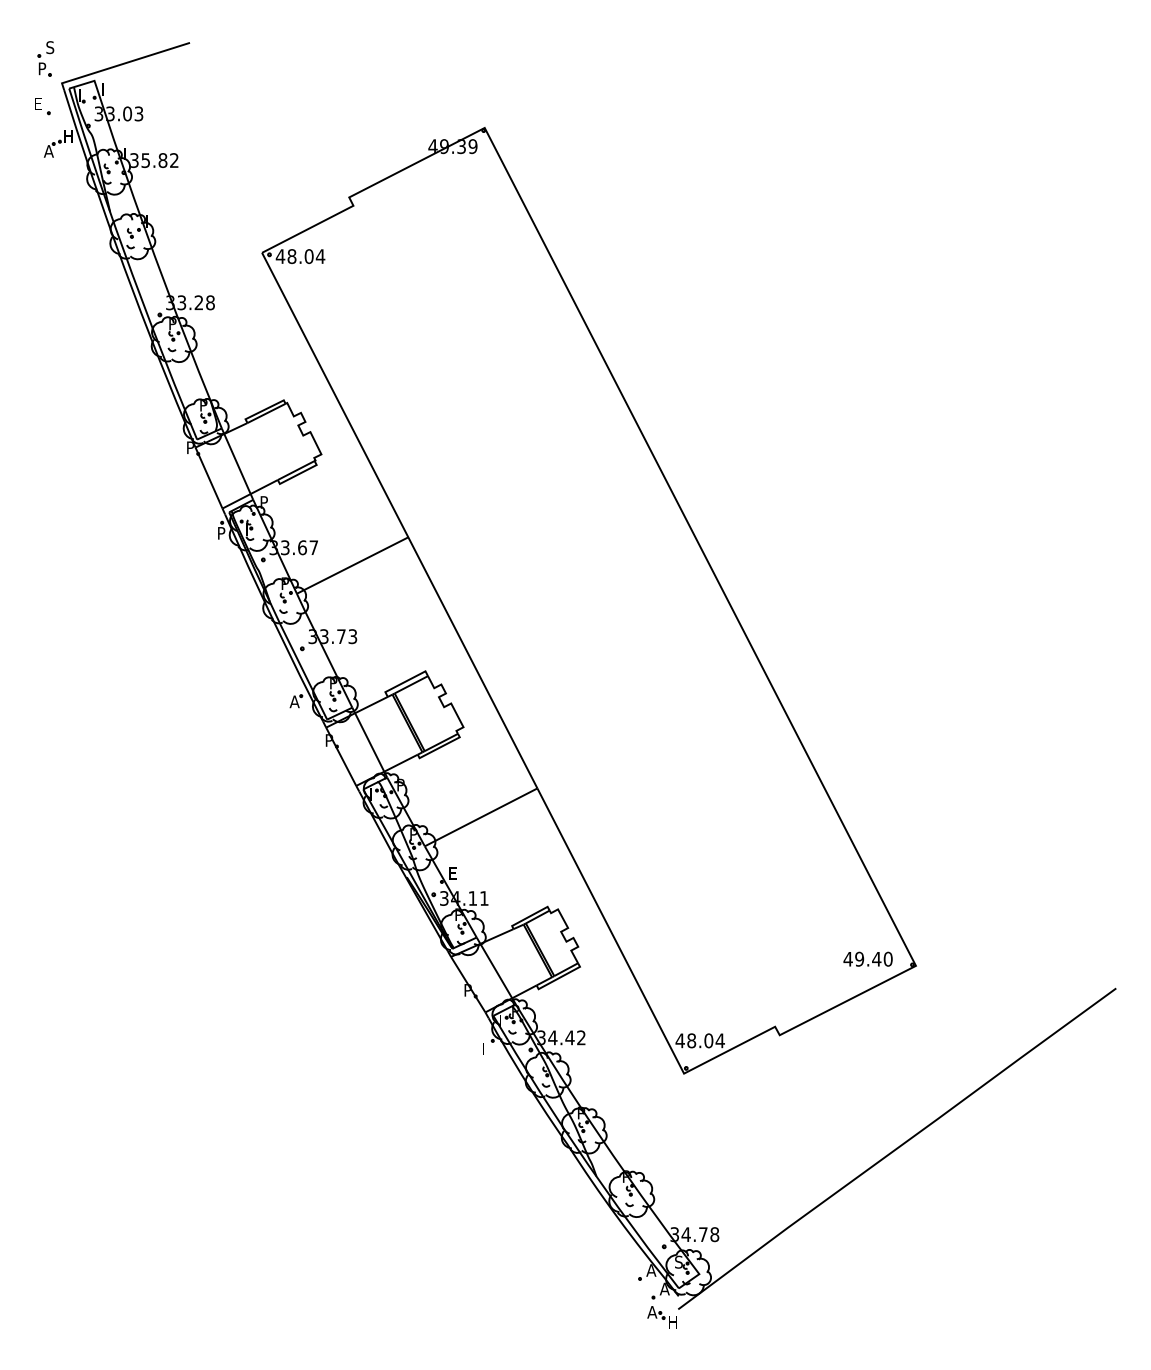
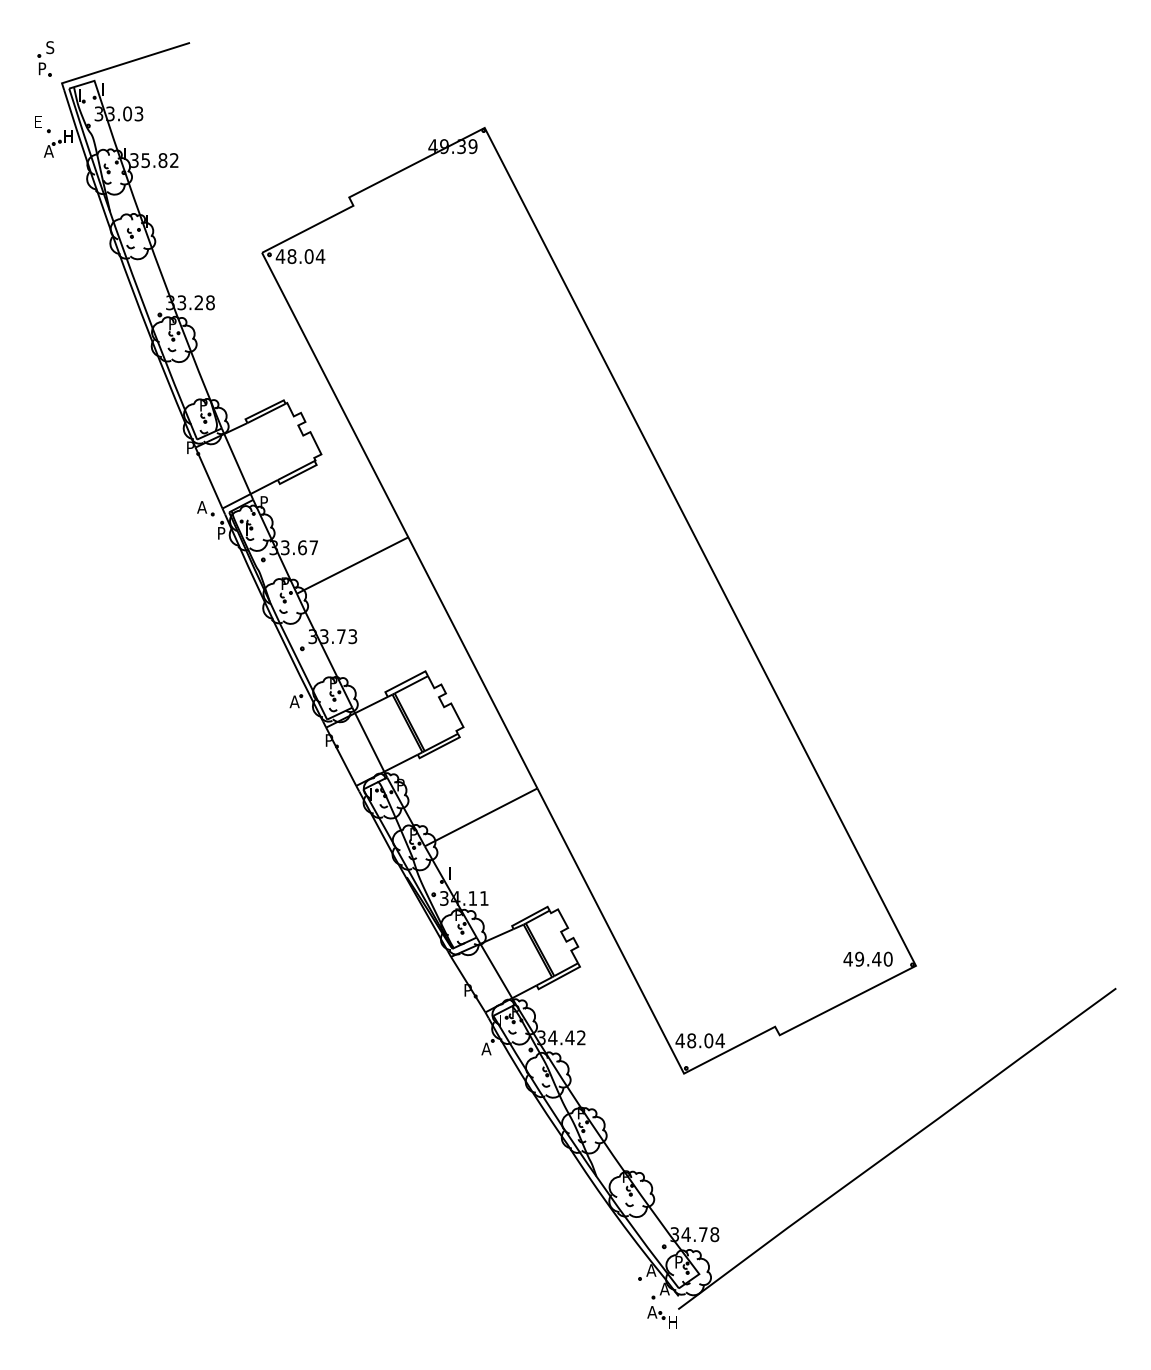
part at (42, 106) position: (42, 106) -> (42, 124)
part at (205, 508): none -> present
text at (453, 873): E -> I
text at (486, 1048): I -> A
text at (678, 1261): S -> P
